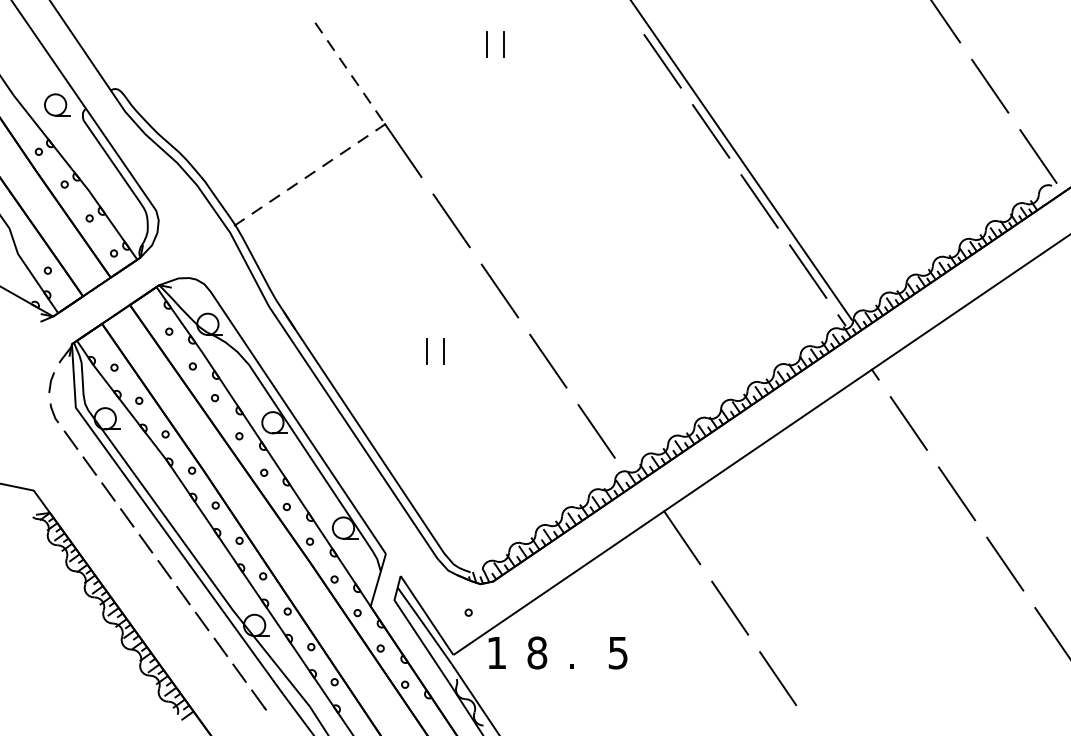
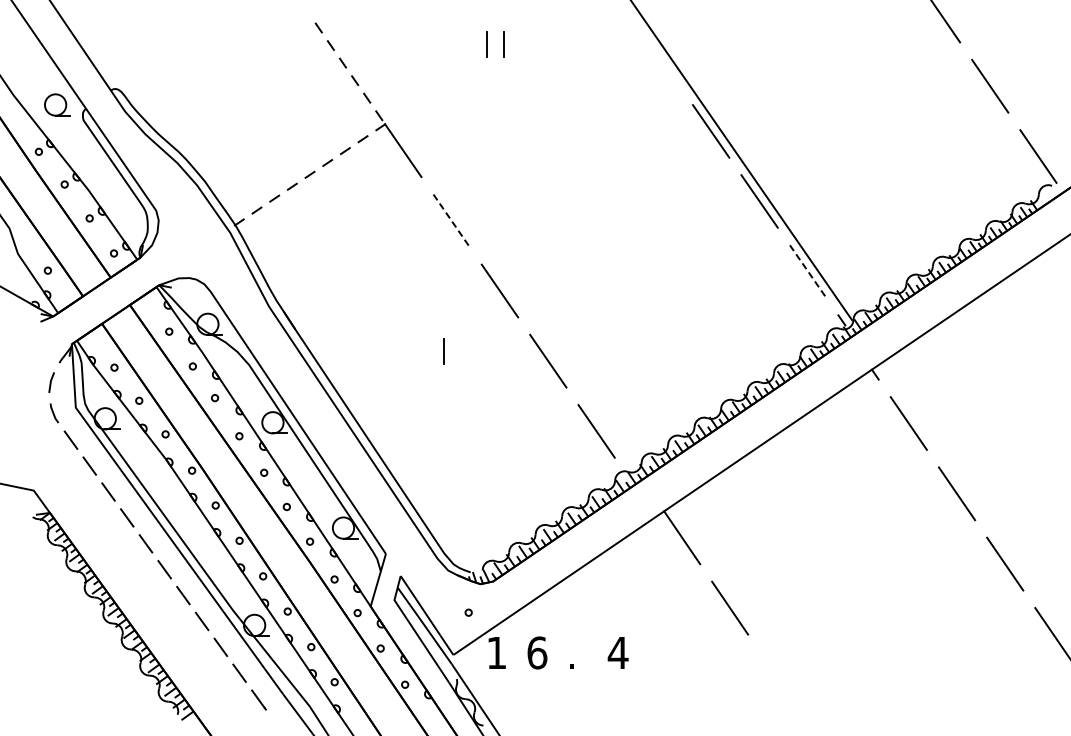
line at (662, 61): present -> none
line at (451, 220): solid -> dashed
line at (808, 271): solid -> dashed
line at (427, 351): present -> none
text at (537, 652): 8 -> 6
text at (617, 653): 5 -> 4
line at (778, 678): present -> none
